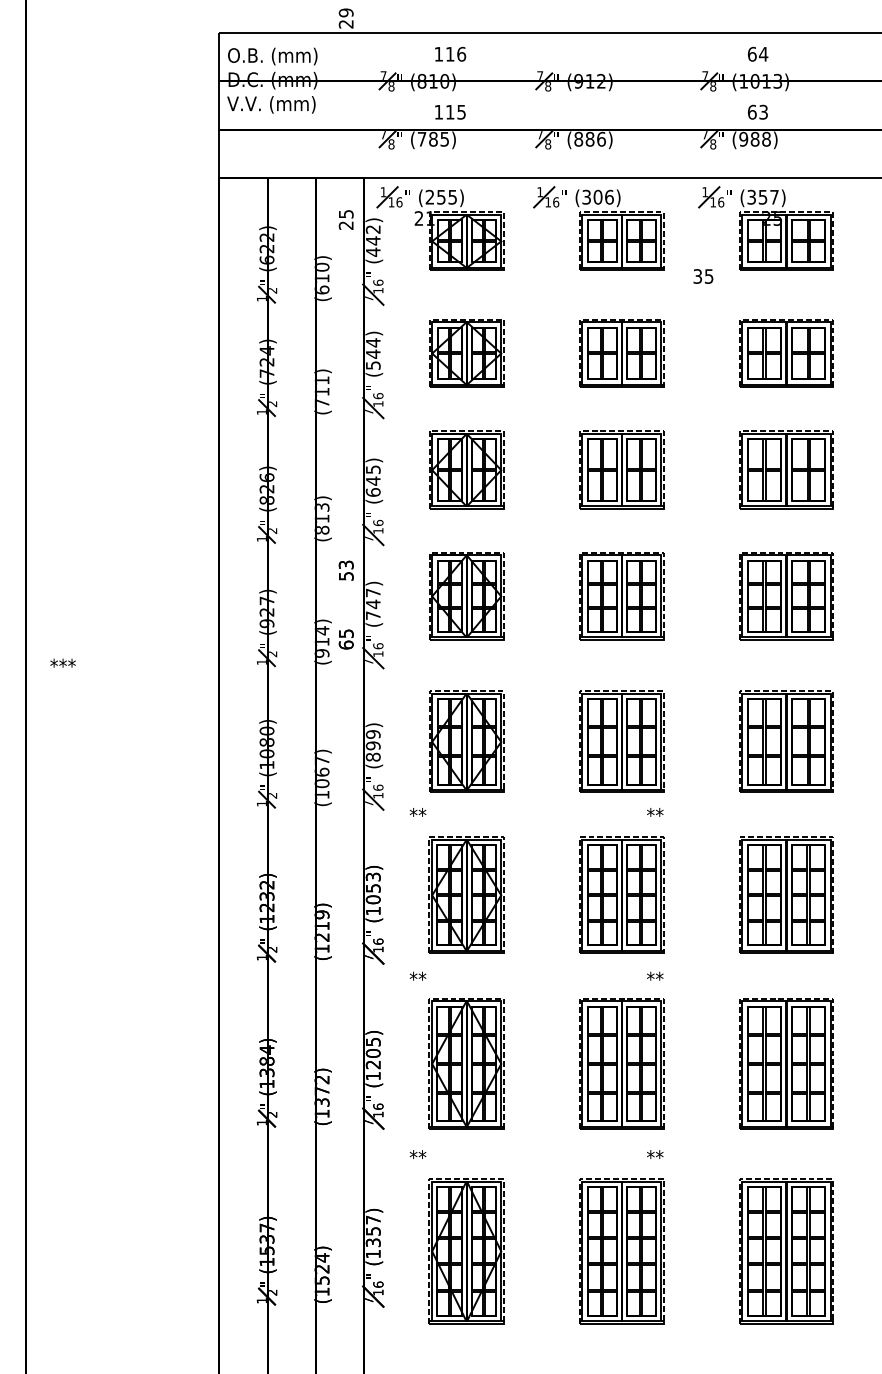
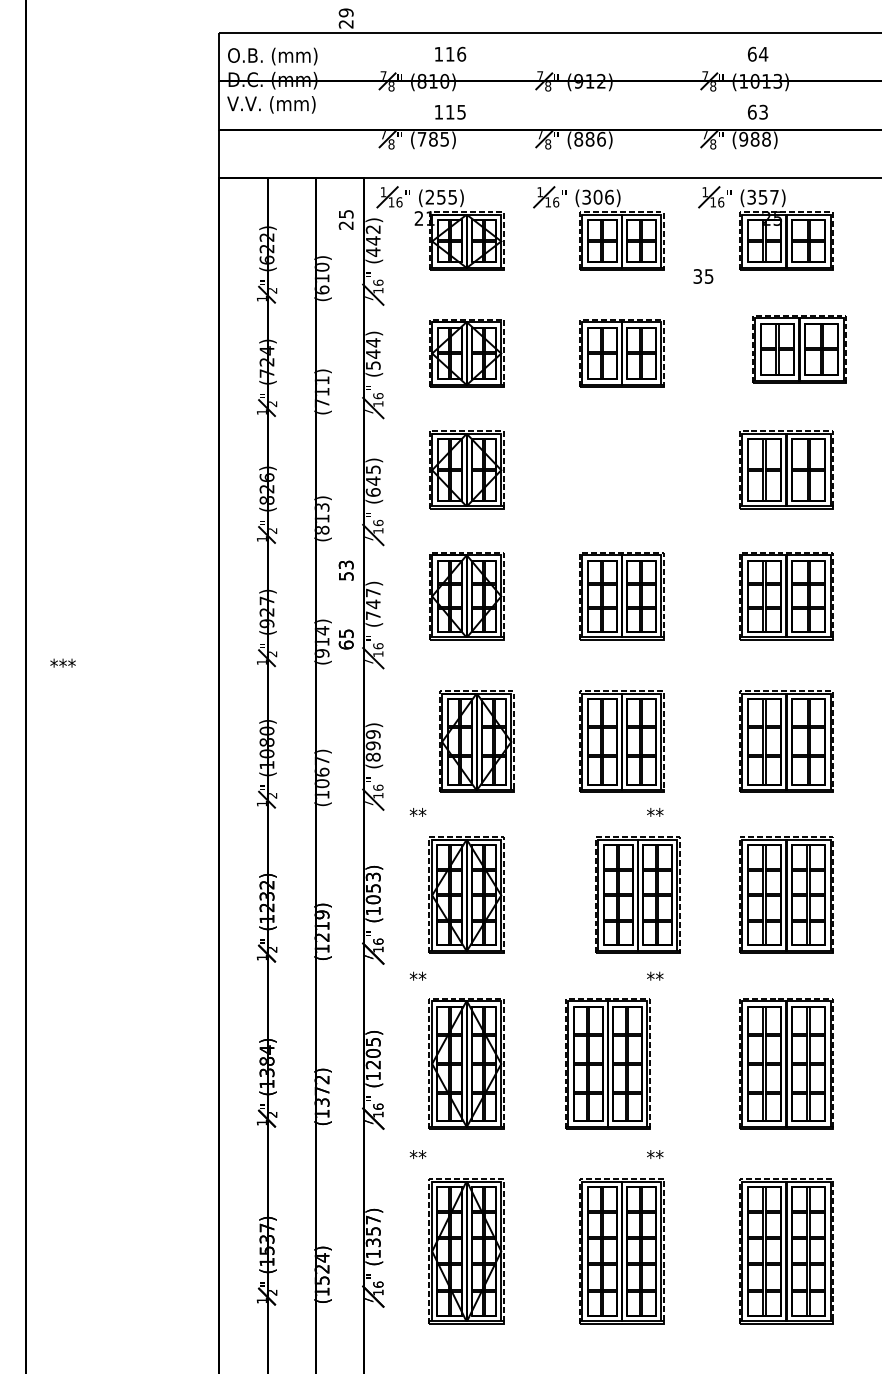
part at (786, 353) position: (786, 353) -> (799, 349)
part at (621, 469): present -> none
part at (466, 741) position: (466, 741) -> (476, 741)
part at (621, 894) position: (621, 894) -> (637, 894)
part at (621, 1063) position: (621, 1063) -> (607, 1063)
